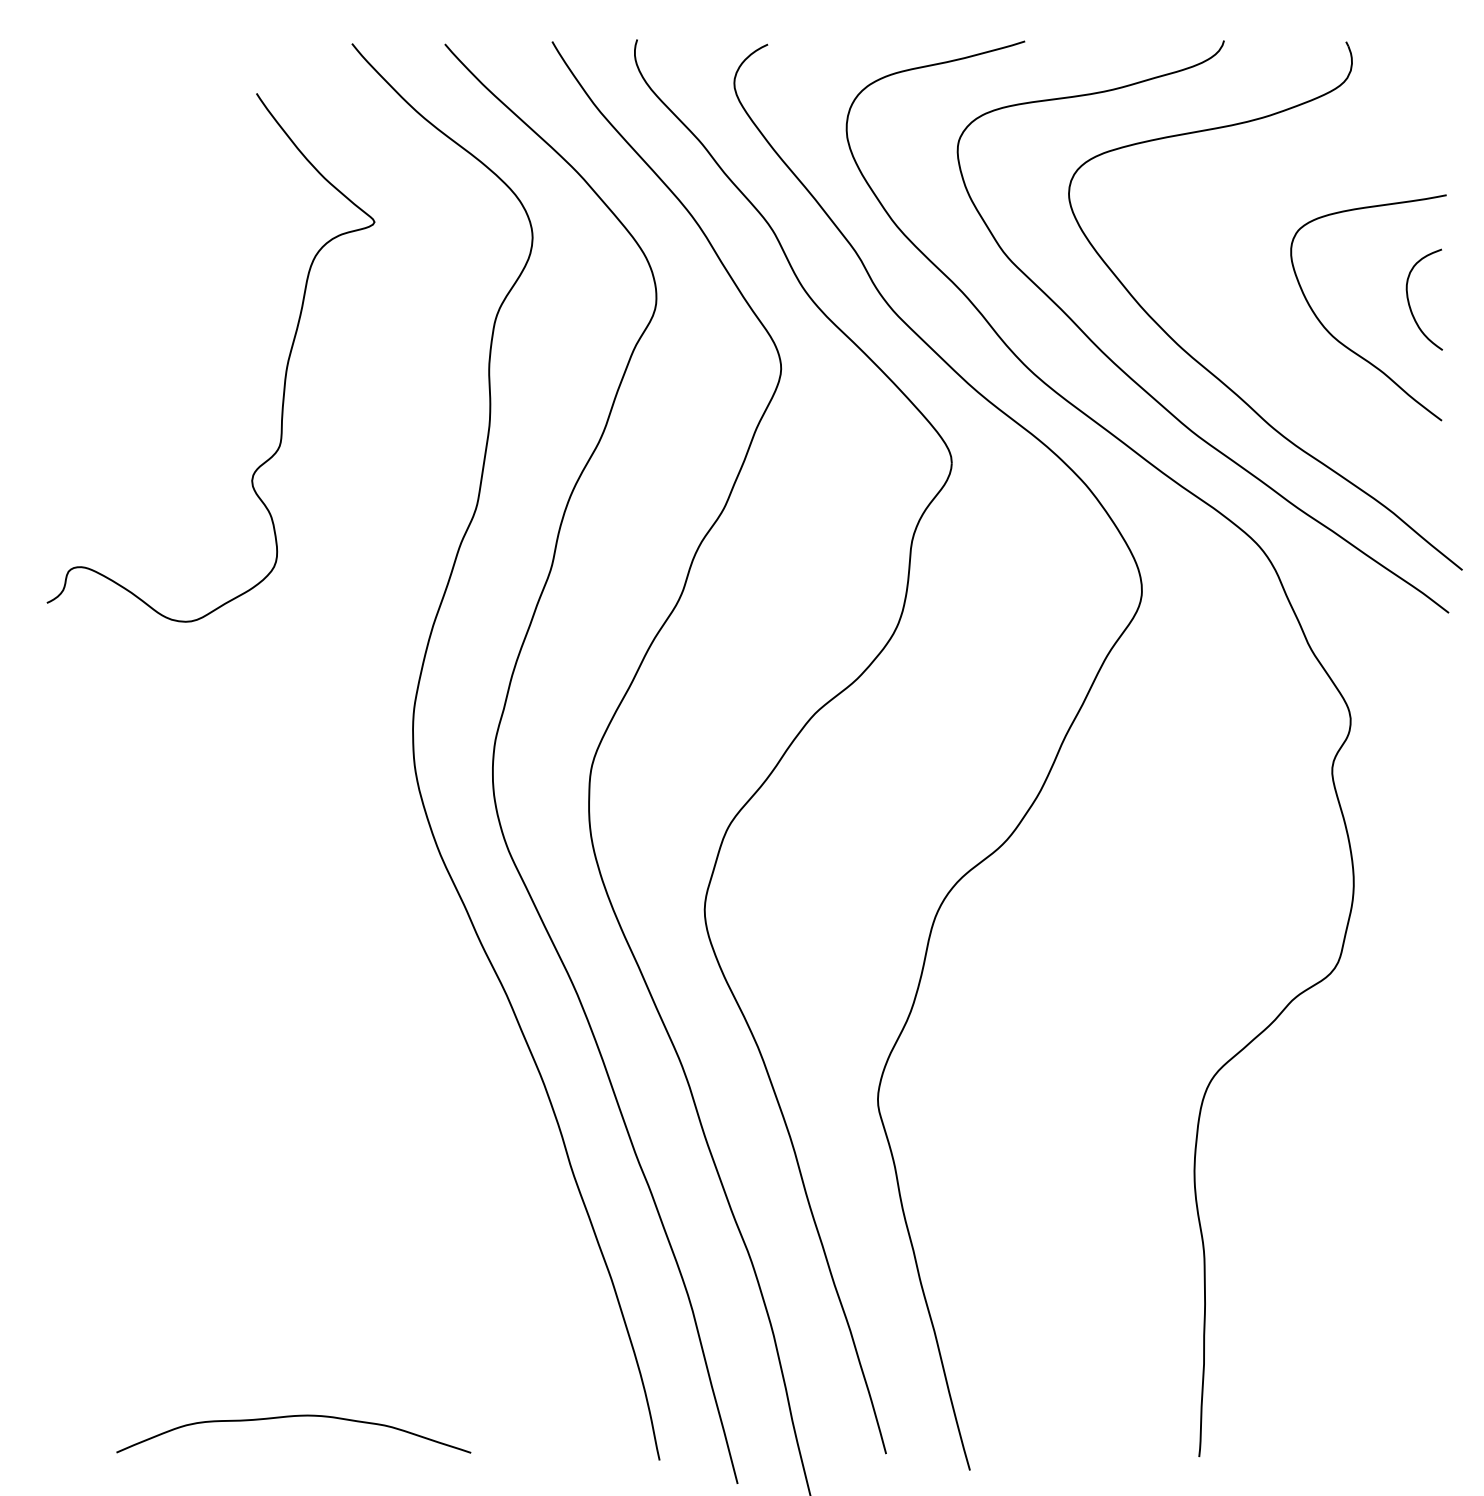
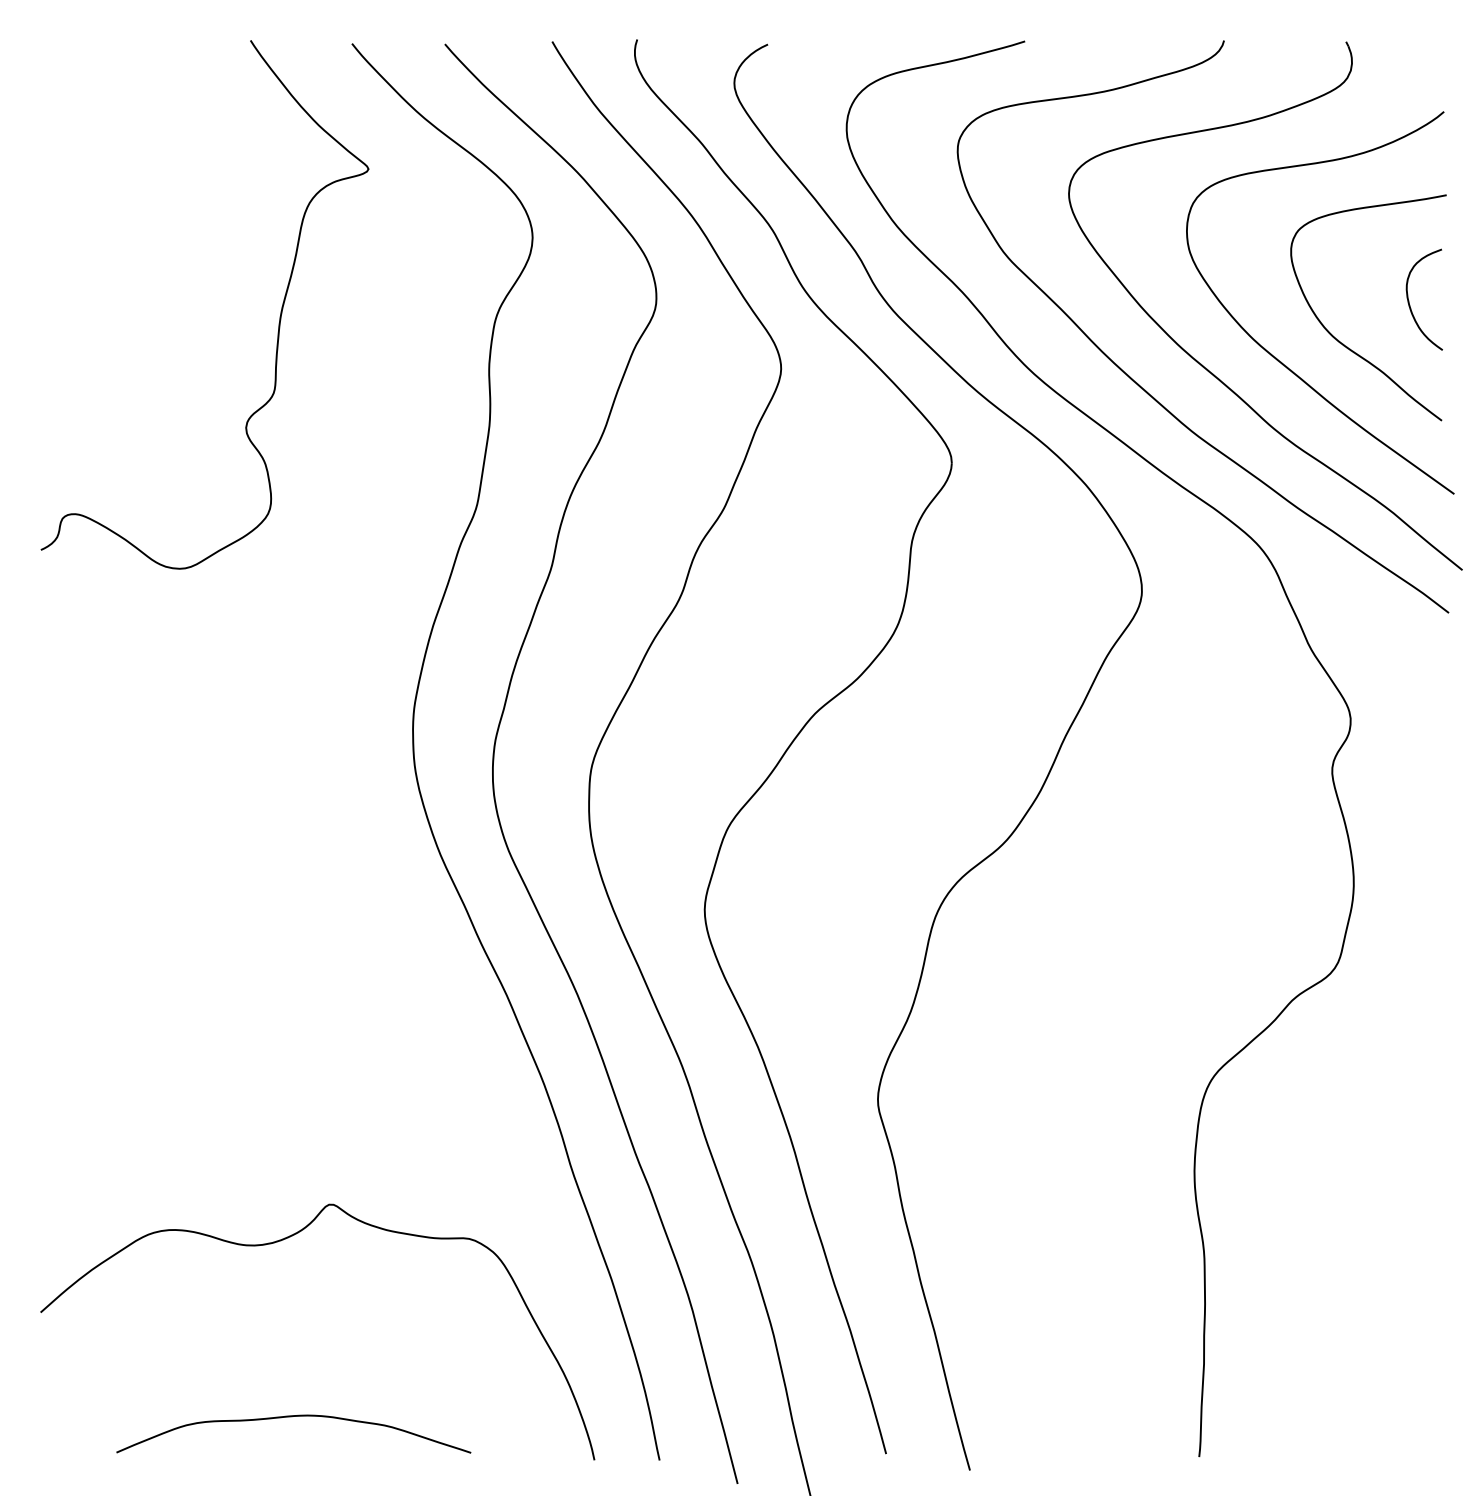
curve at (1276, 357): none -> present
curve at (285, 369) position: (285, 369) -> (279, 316)
curve at (283, 1240): none -> present
